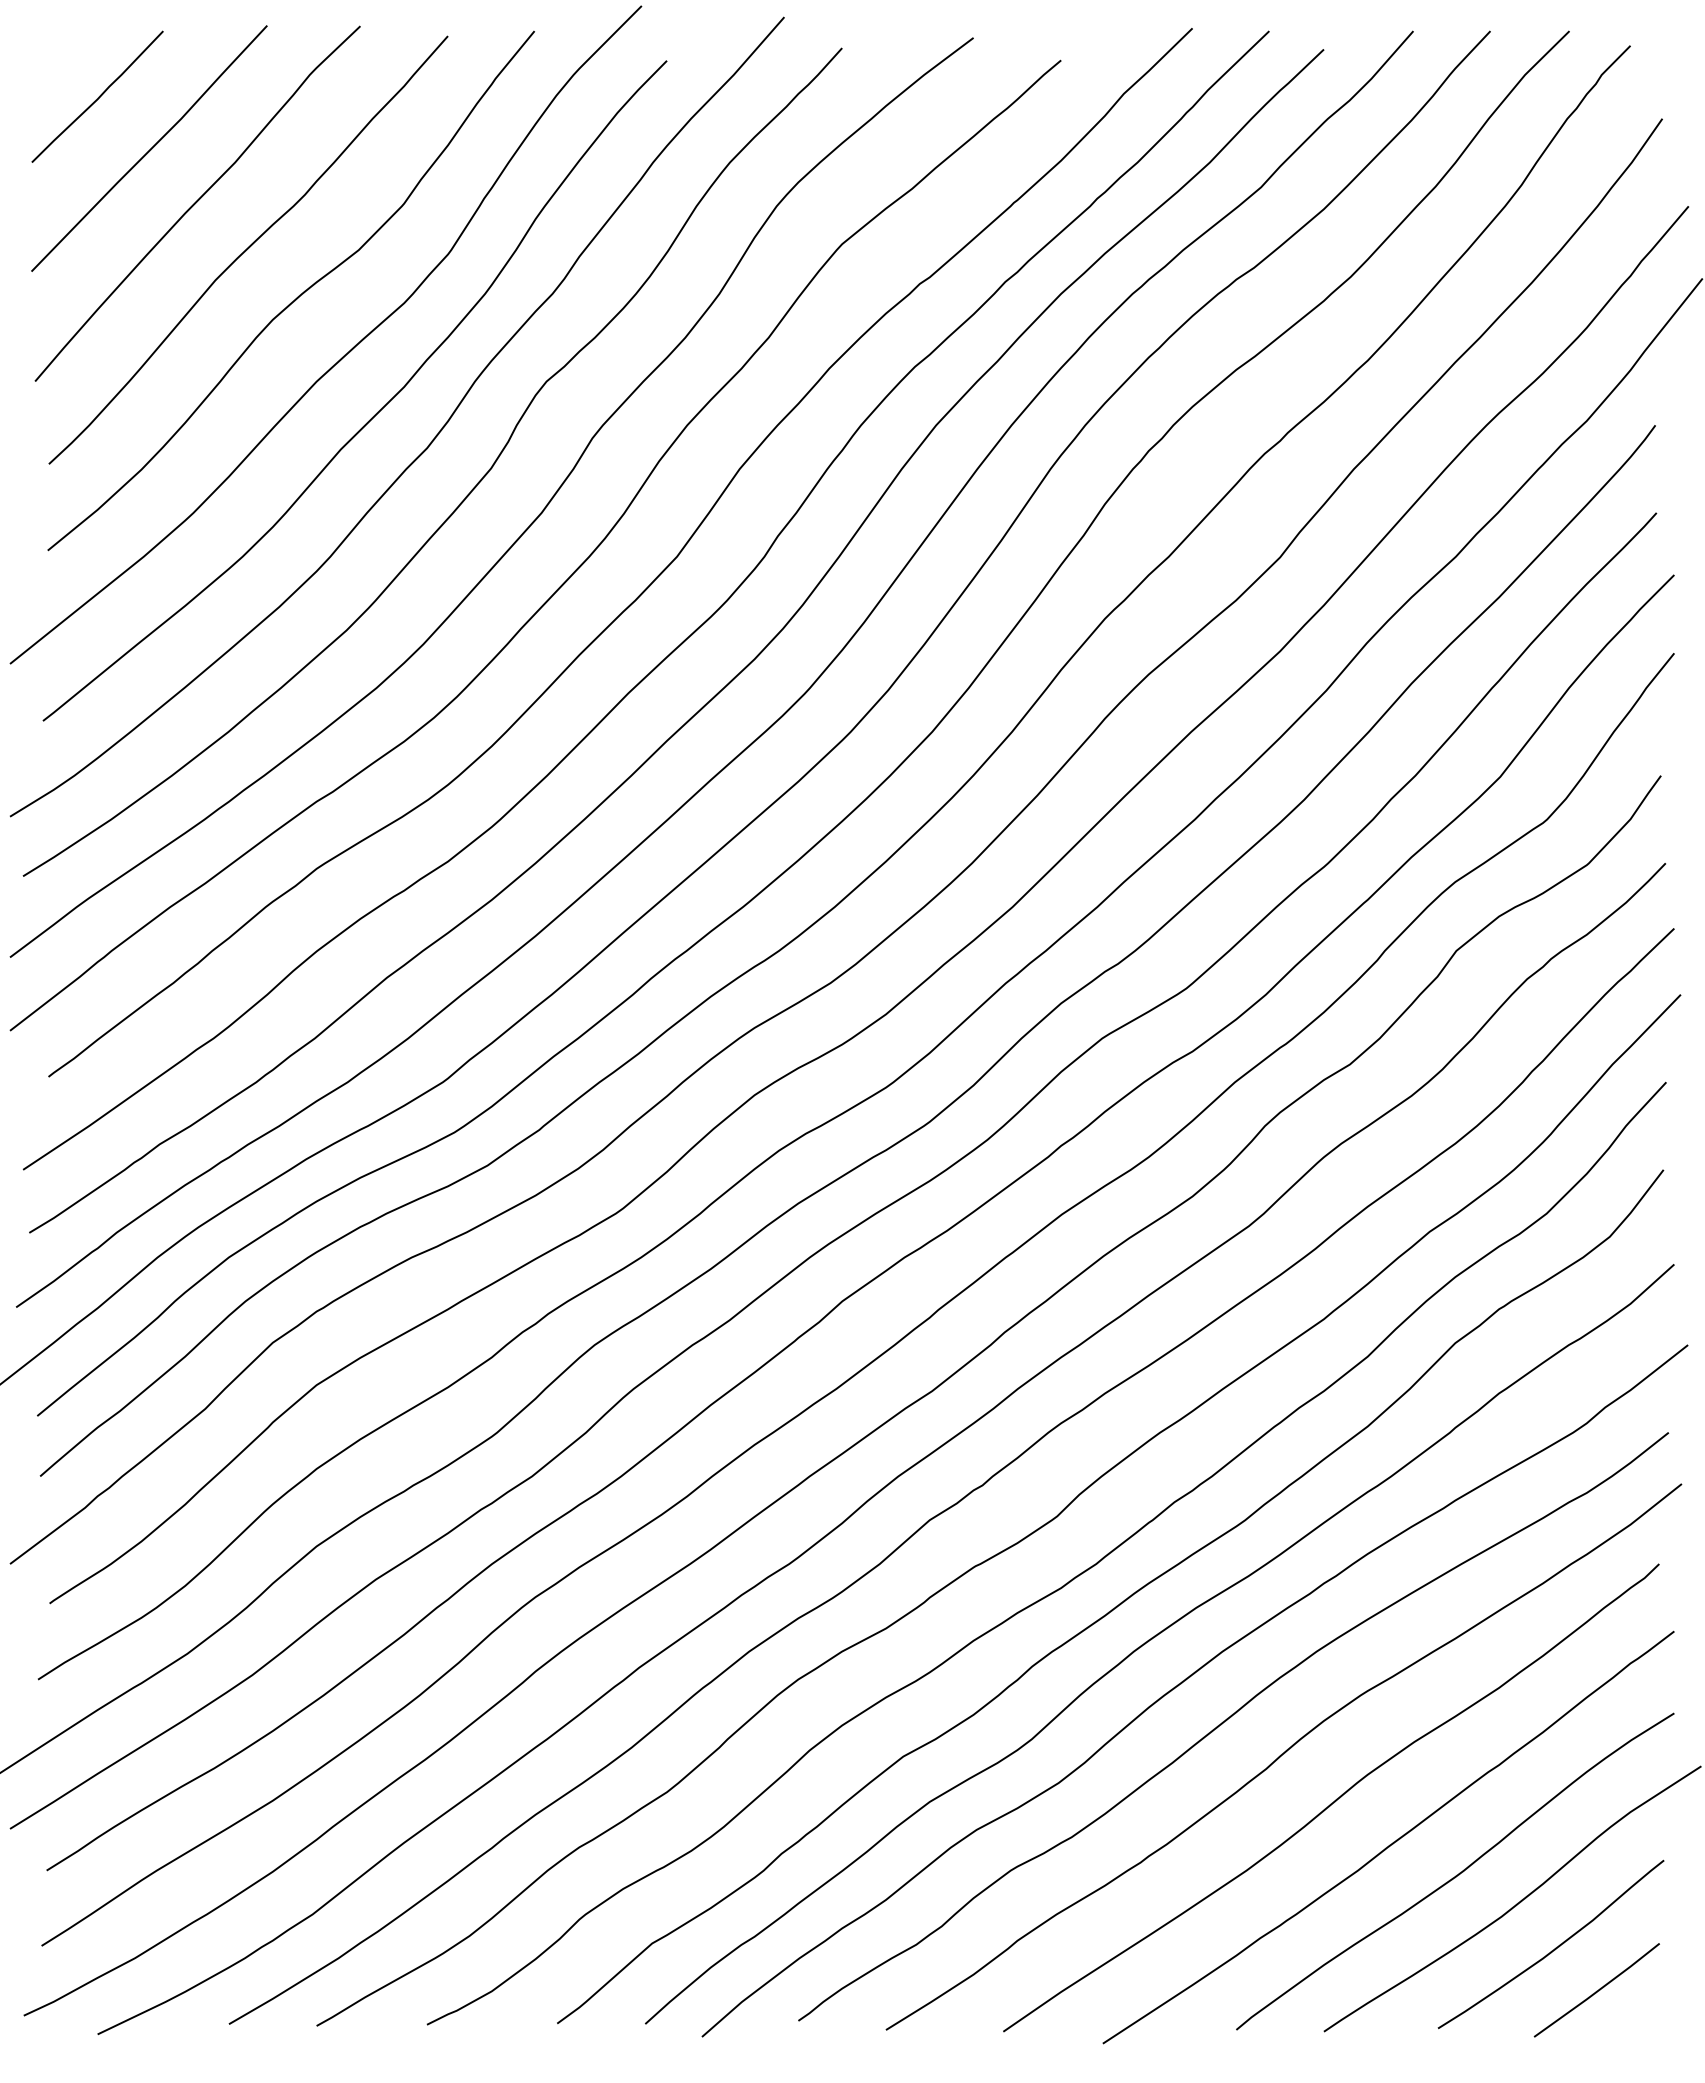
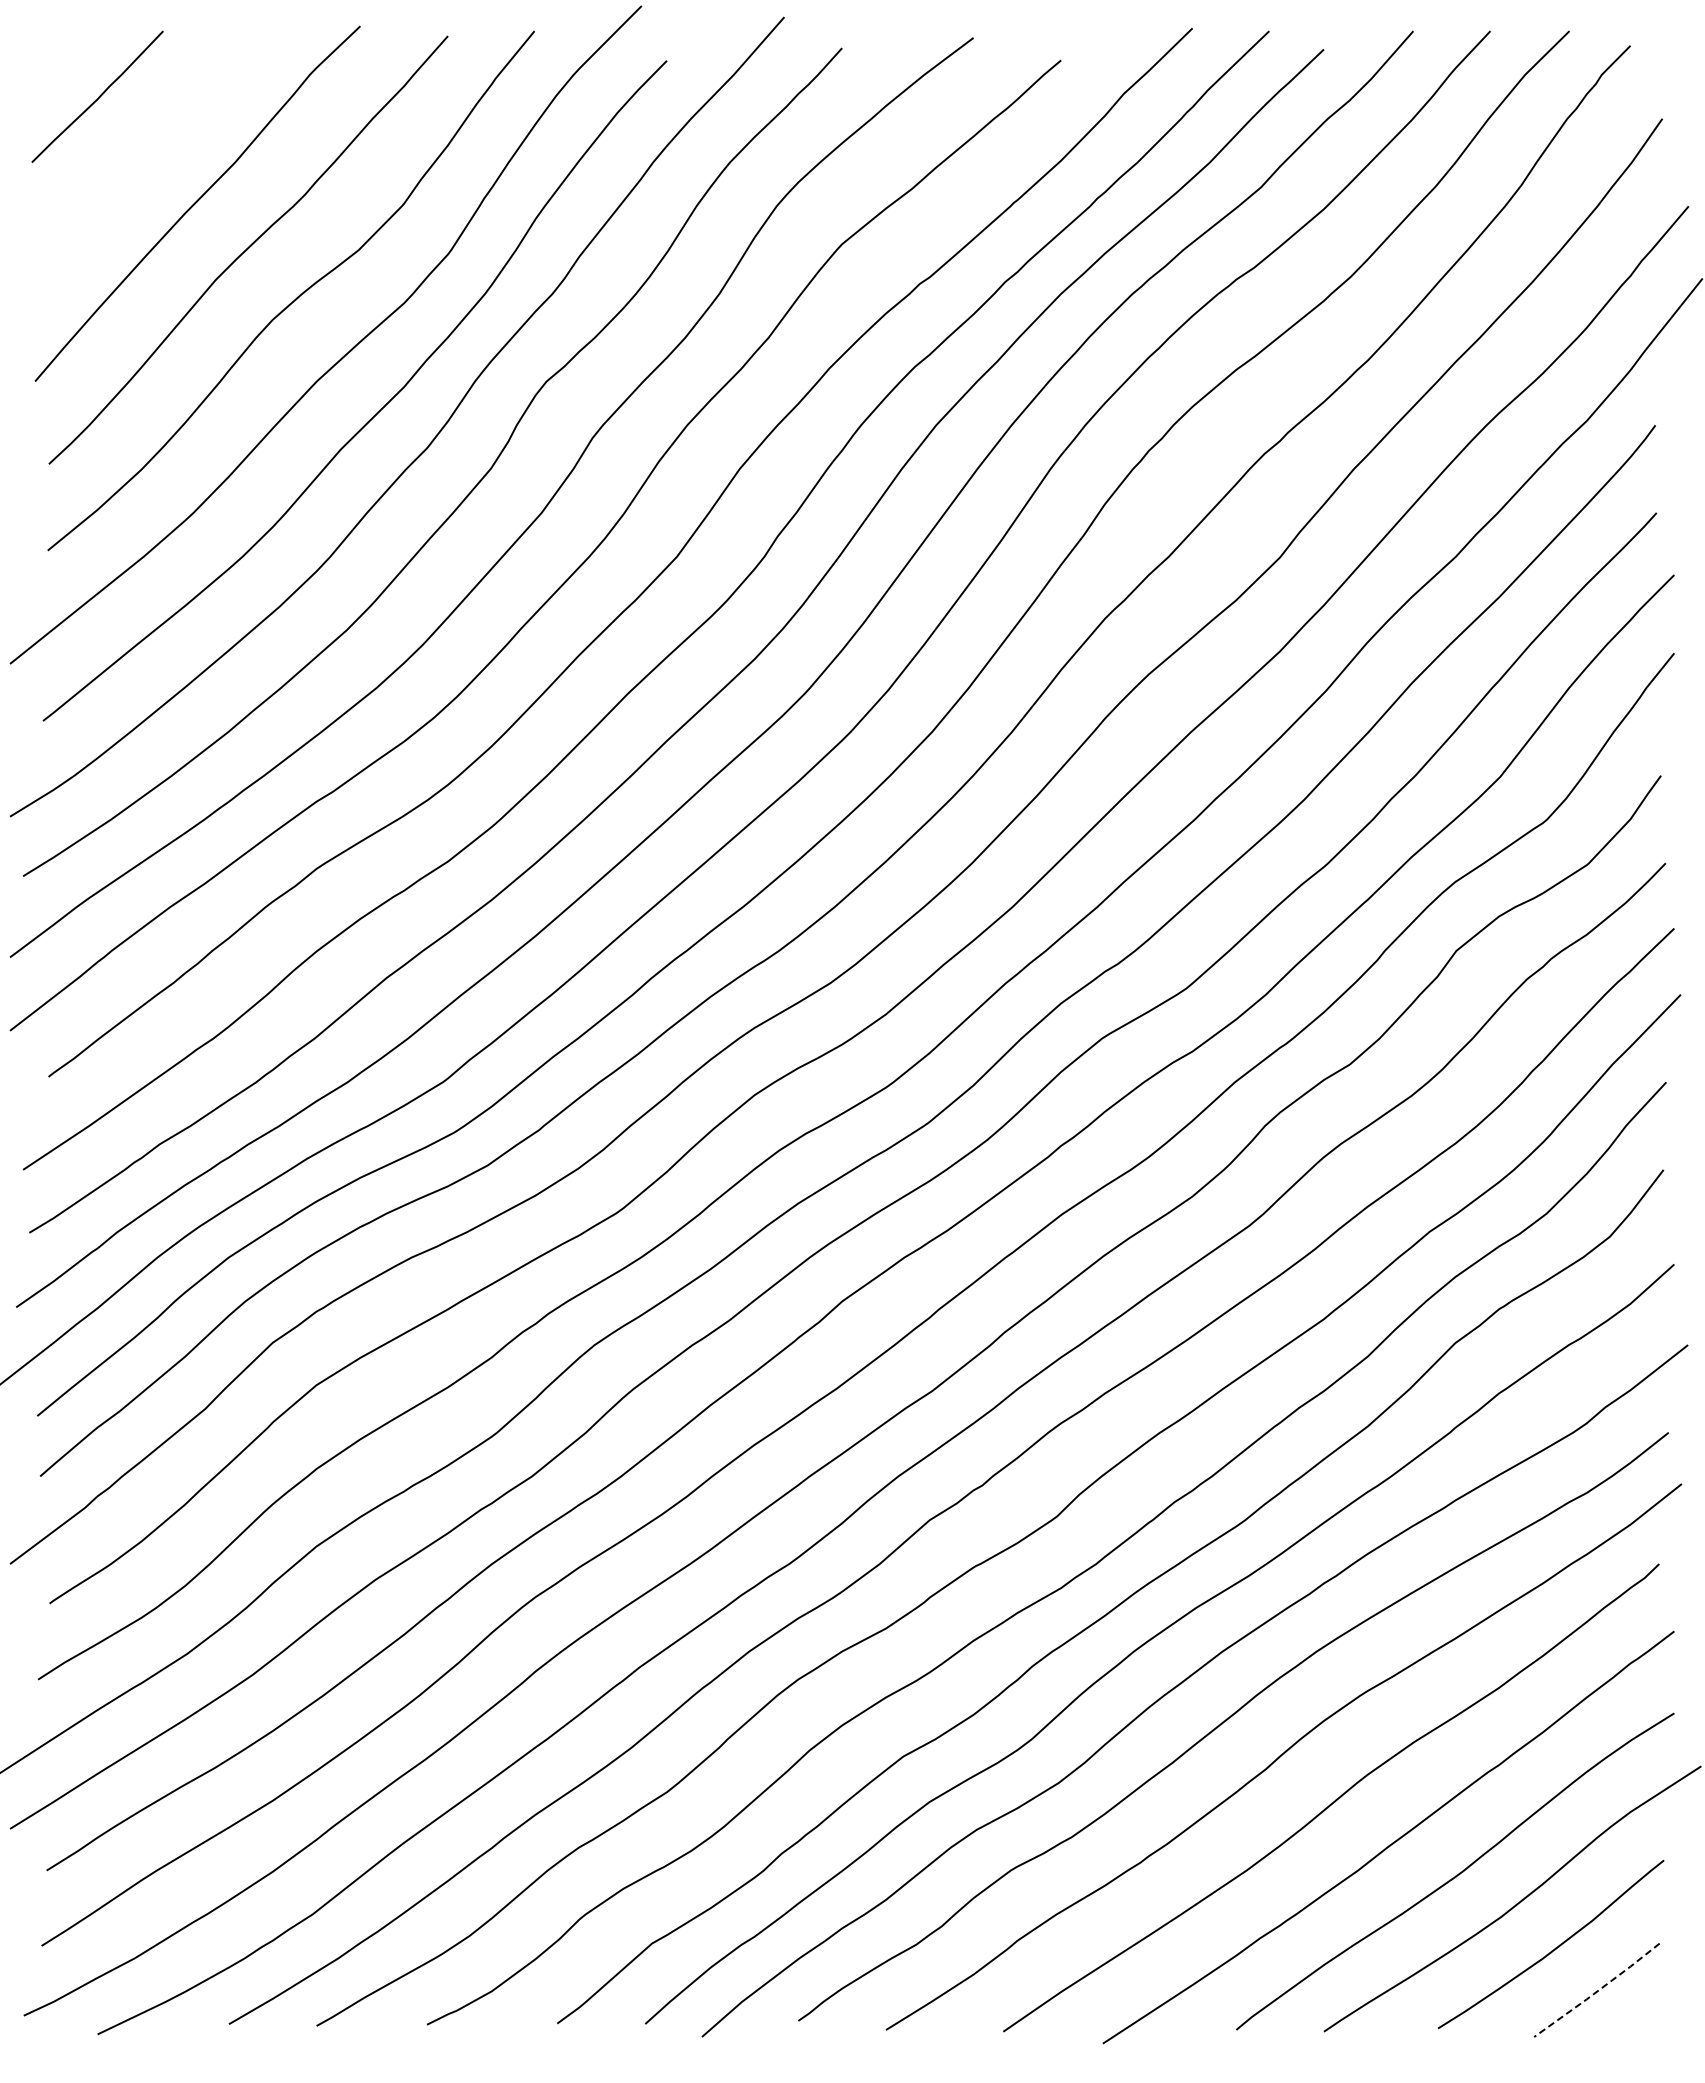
line at (150, 148): present -> none
line at (1597, 1991): solid -> dashed
